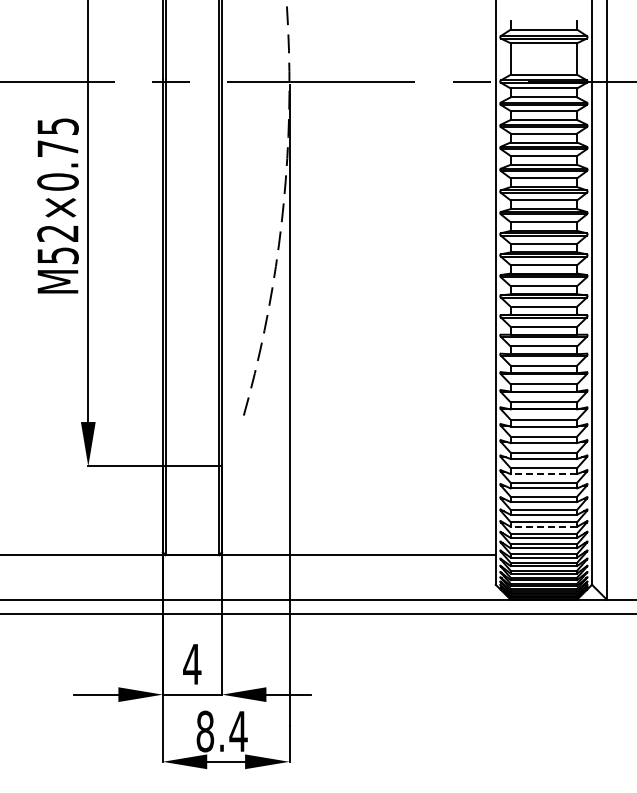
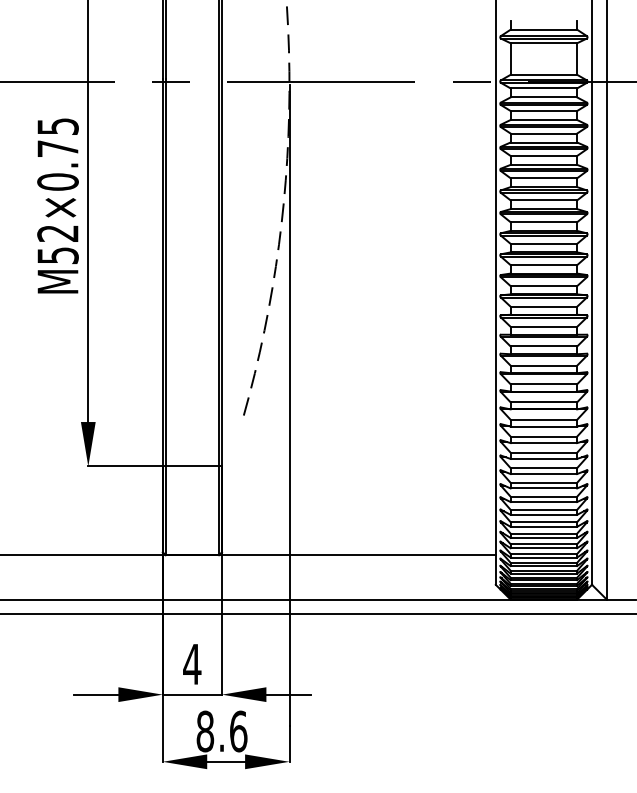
line at (543, 474): dashed -> solid
line at (543, 526): dashed -> solid
text at (238, 731): 8.4 -> 8.6
